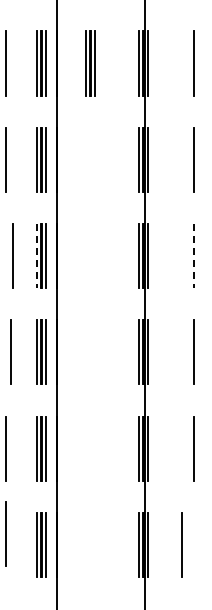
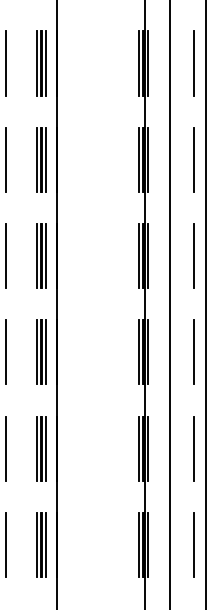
part at (90, 63): present -> none
line at (12, 255) position: (12, 255) -> (5, 255)
line at (36, 256): dashed -> solid
line at (193, 256): dashed -> solid
line at (170, 304): none -> present
line at (205, 304): none -> present
line at (10, 351) position: (10, 351) -> (5, 351)
line at (5, 533) position: (5, 533) -> (5, 544)
line at (181, 544) position: (181, 544) -> (193, 544)
